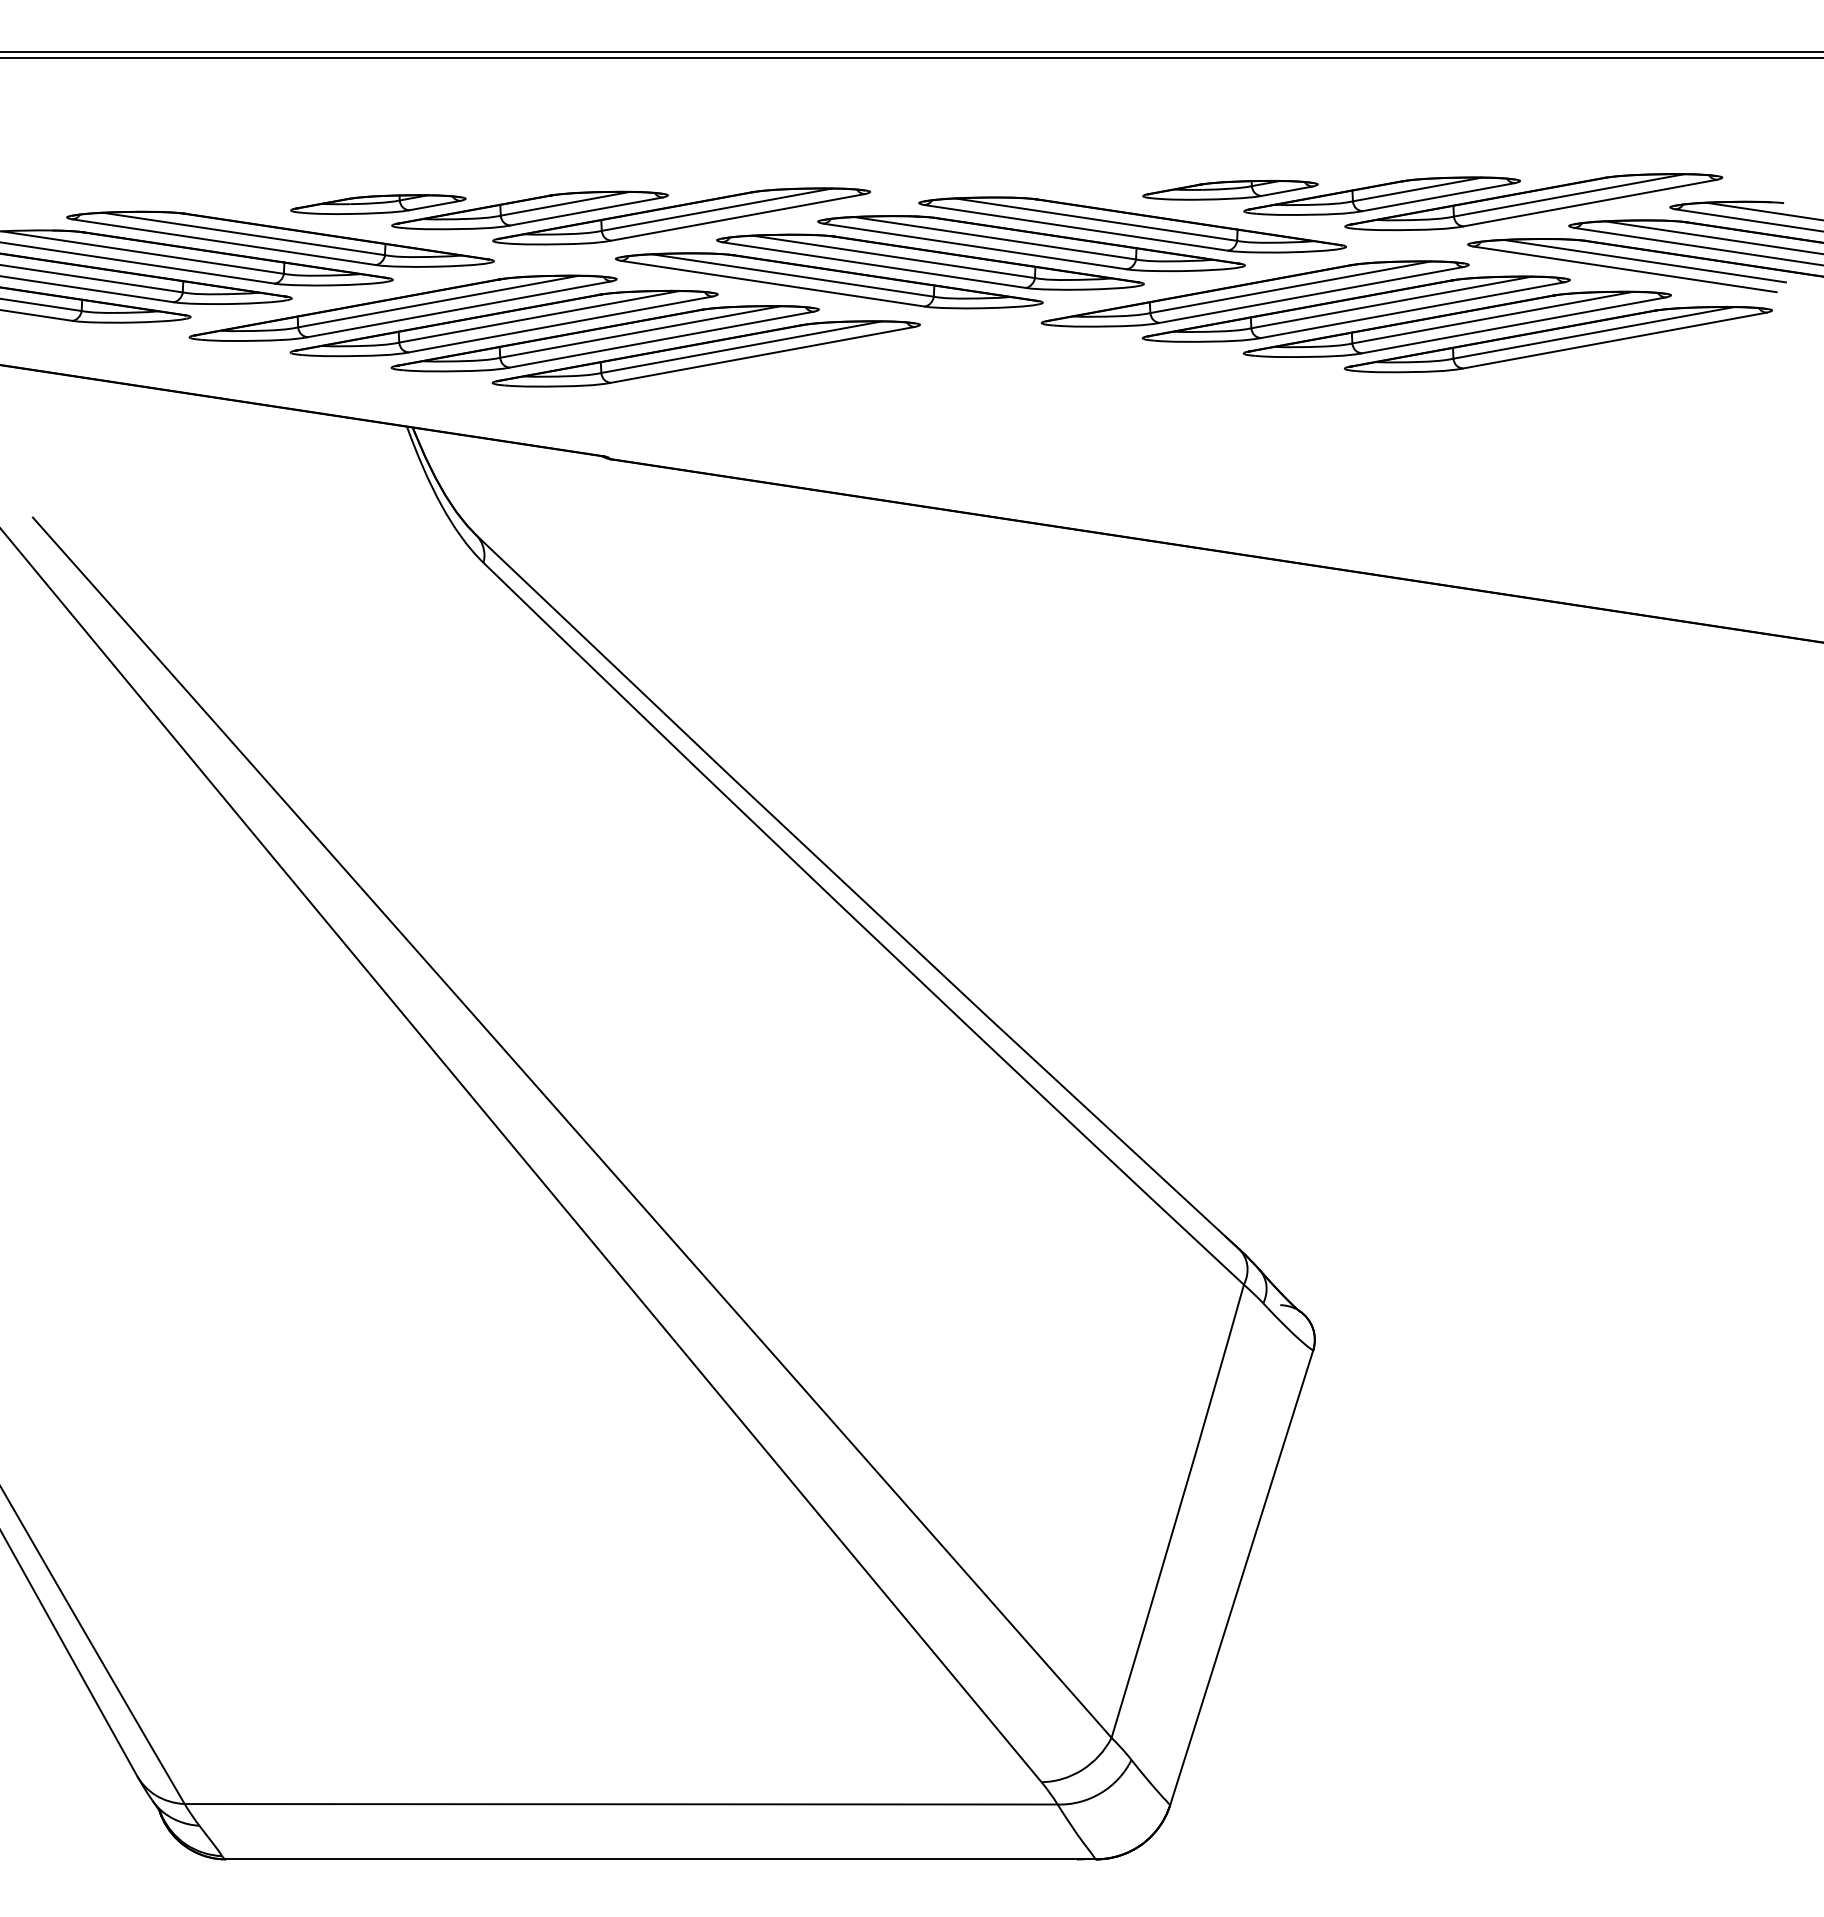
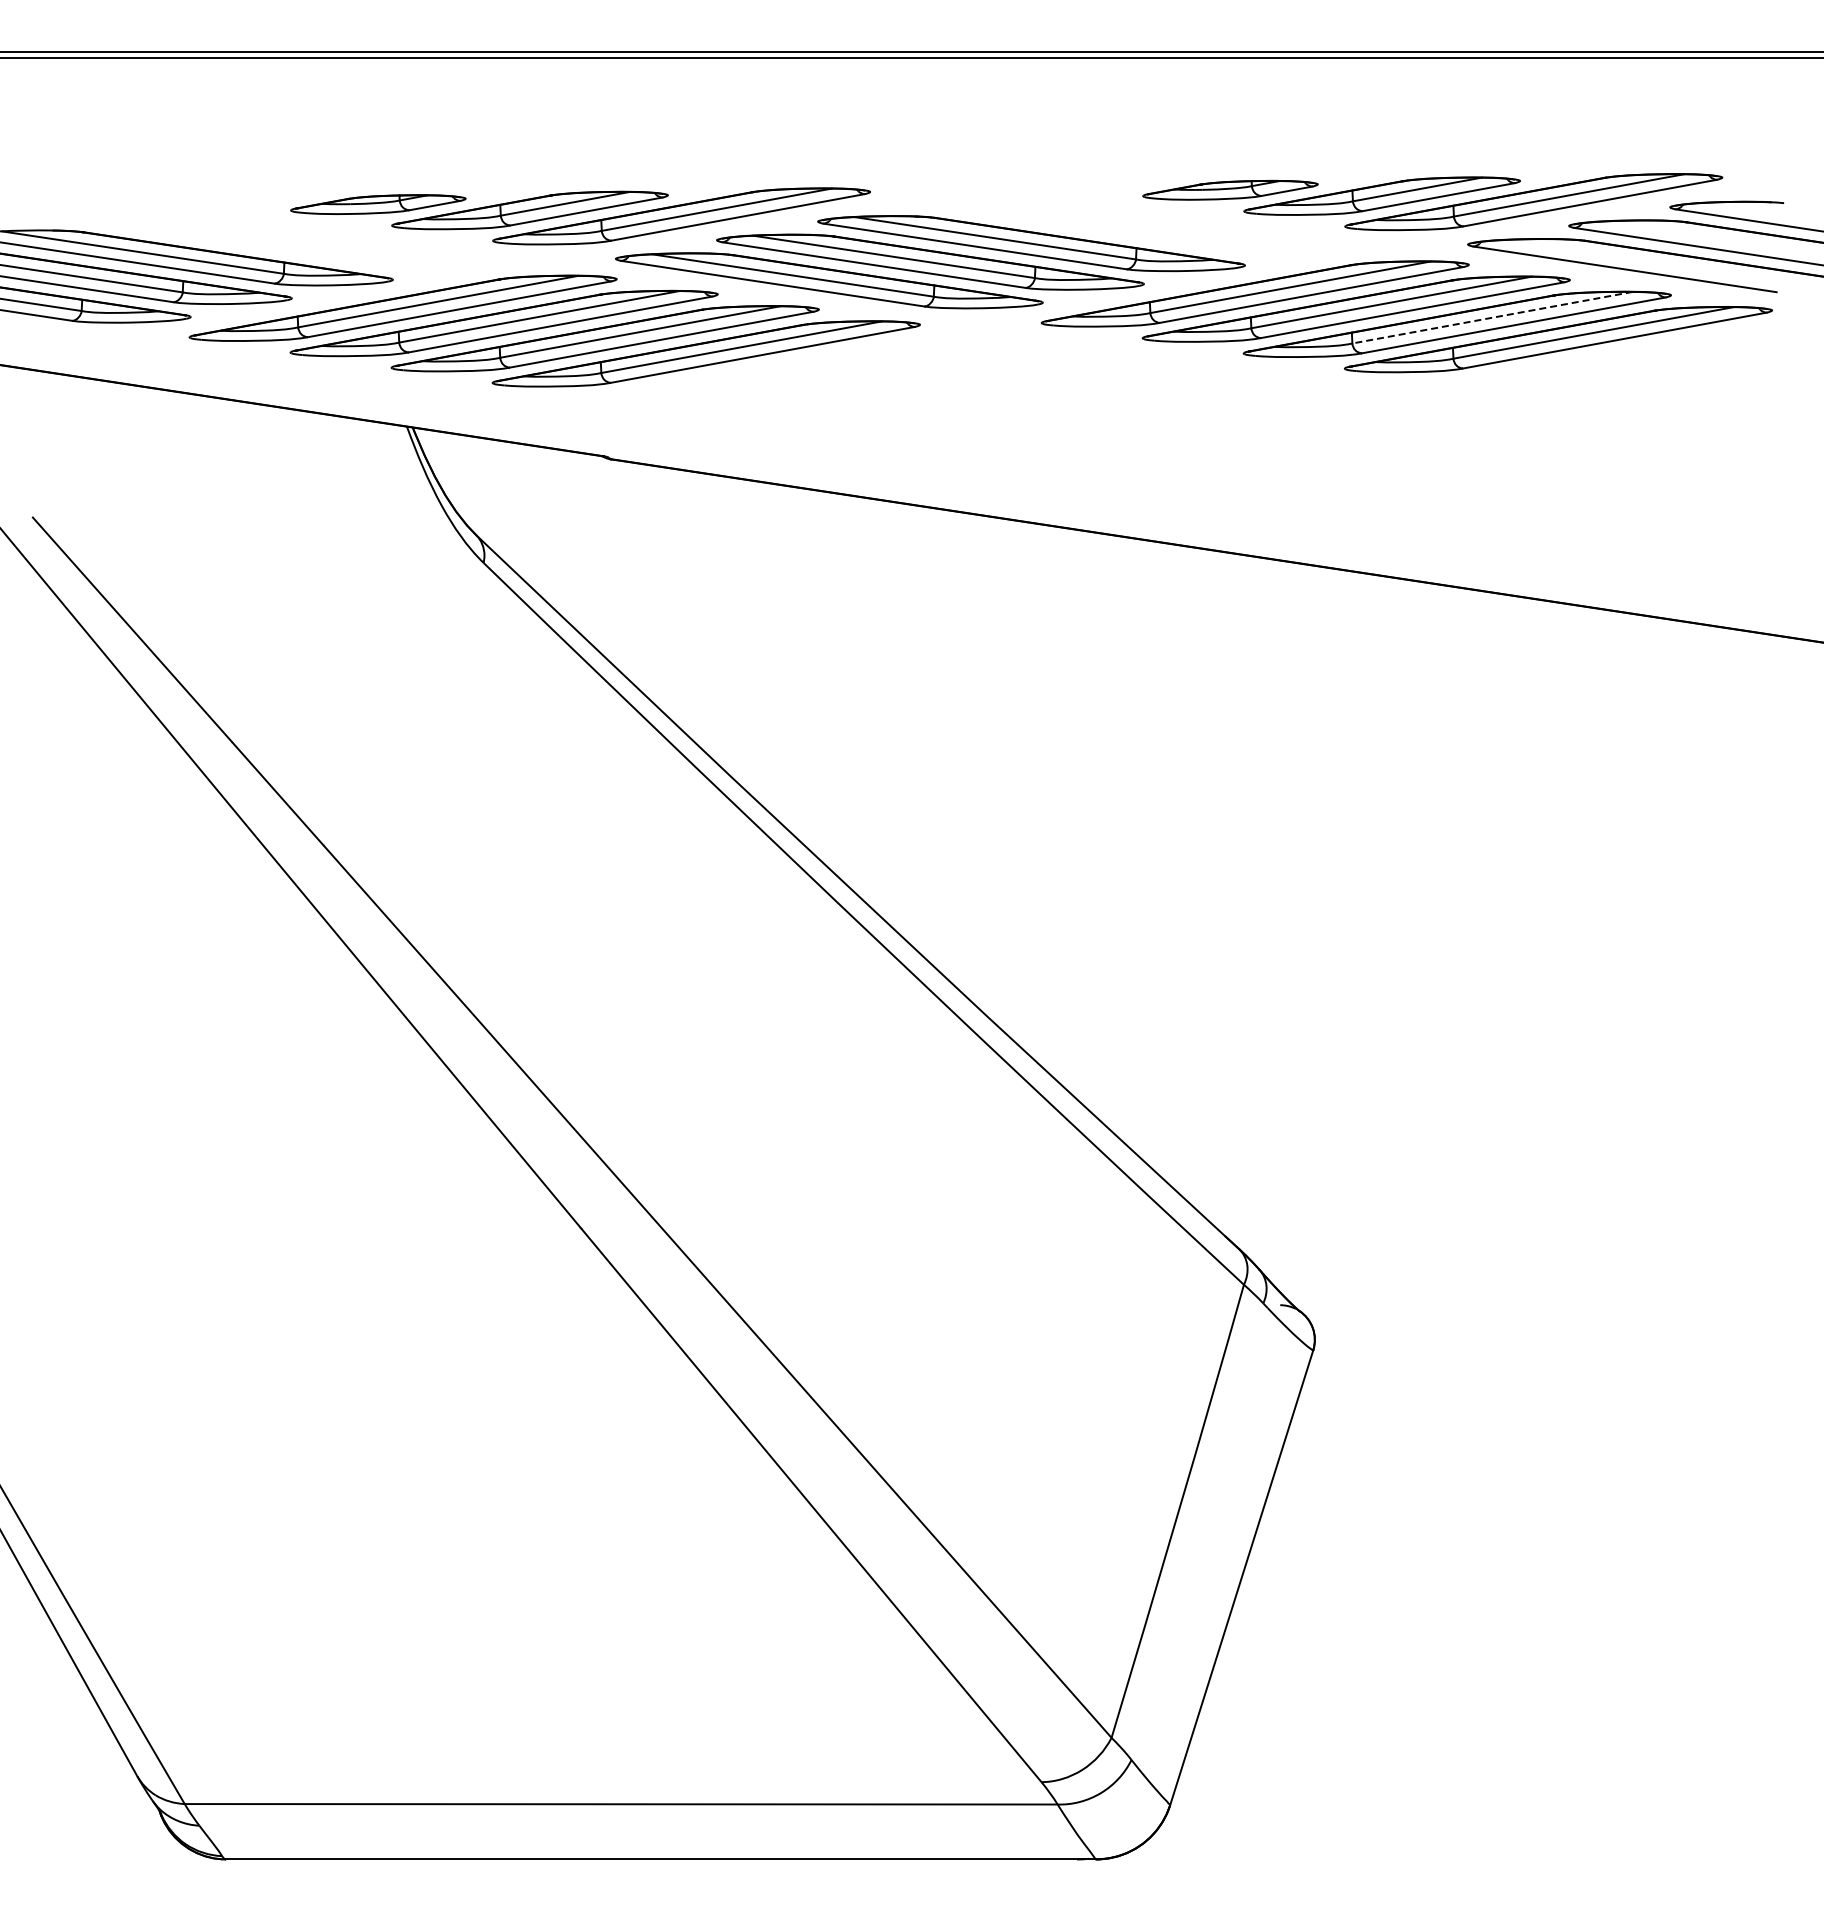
line at (1763, 210): present -> none
part at (1132, 224): present -> none
line at (1712, 237): present -> none
part at (280, 238): present -> none
line at (1644, 261): present -> none
line at (1492, 317): solid -> dashed
